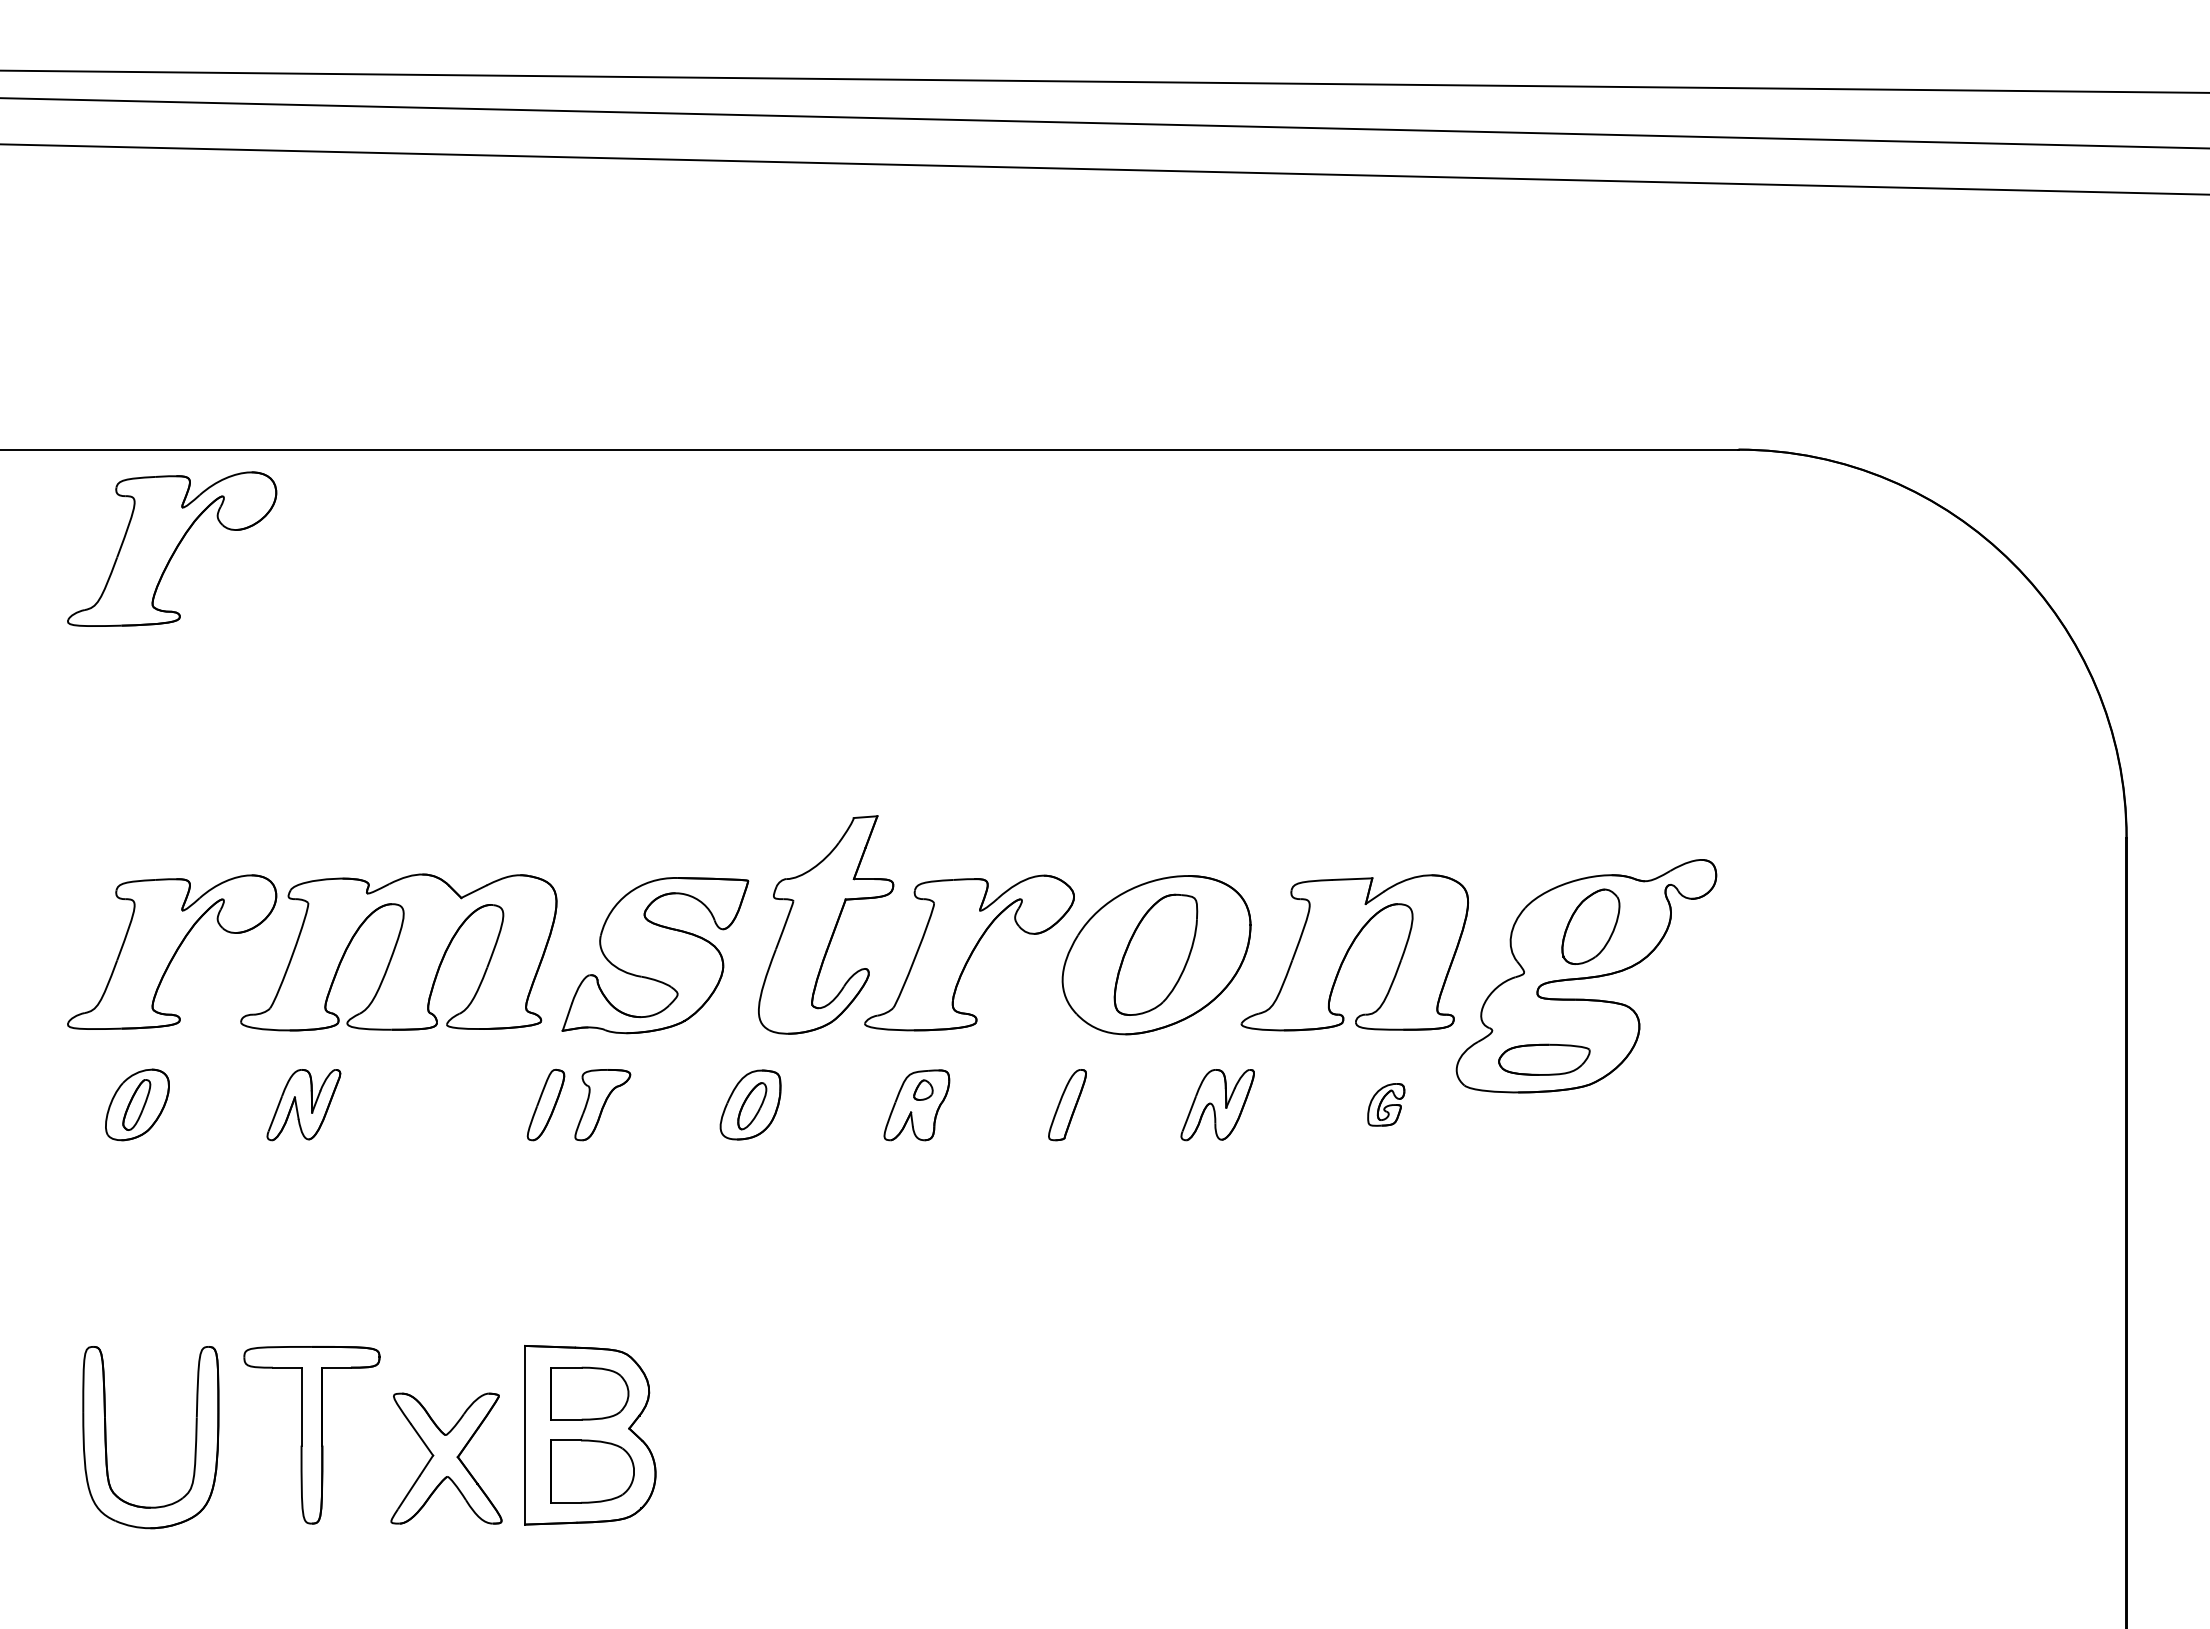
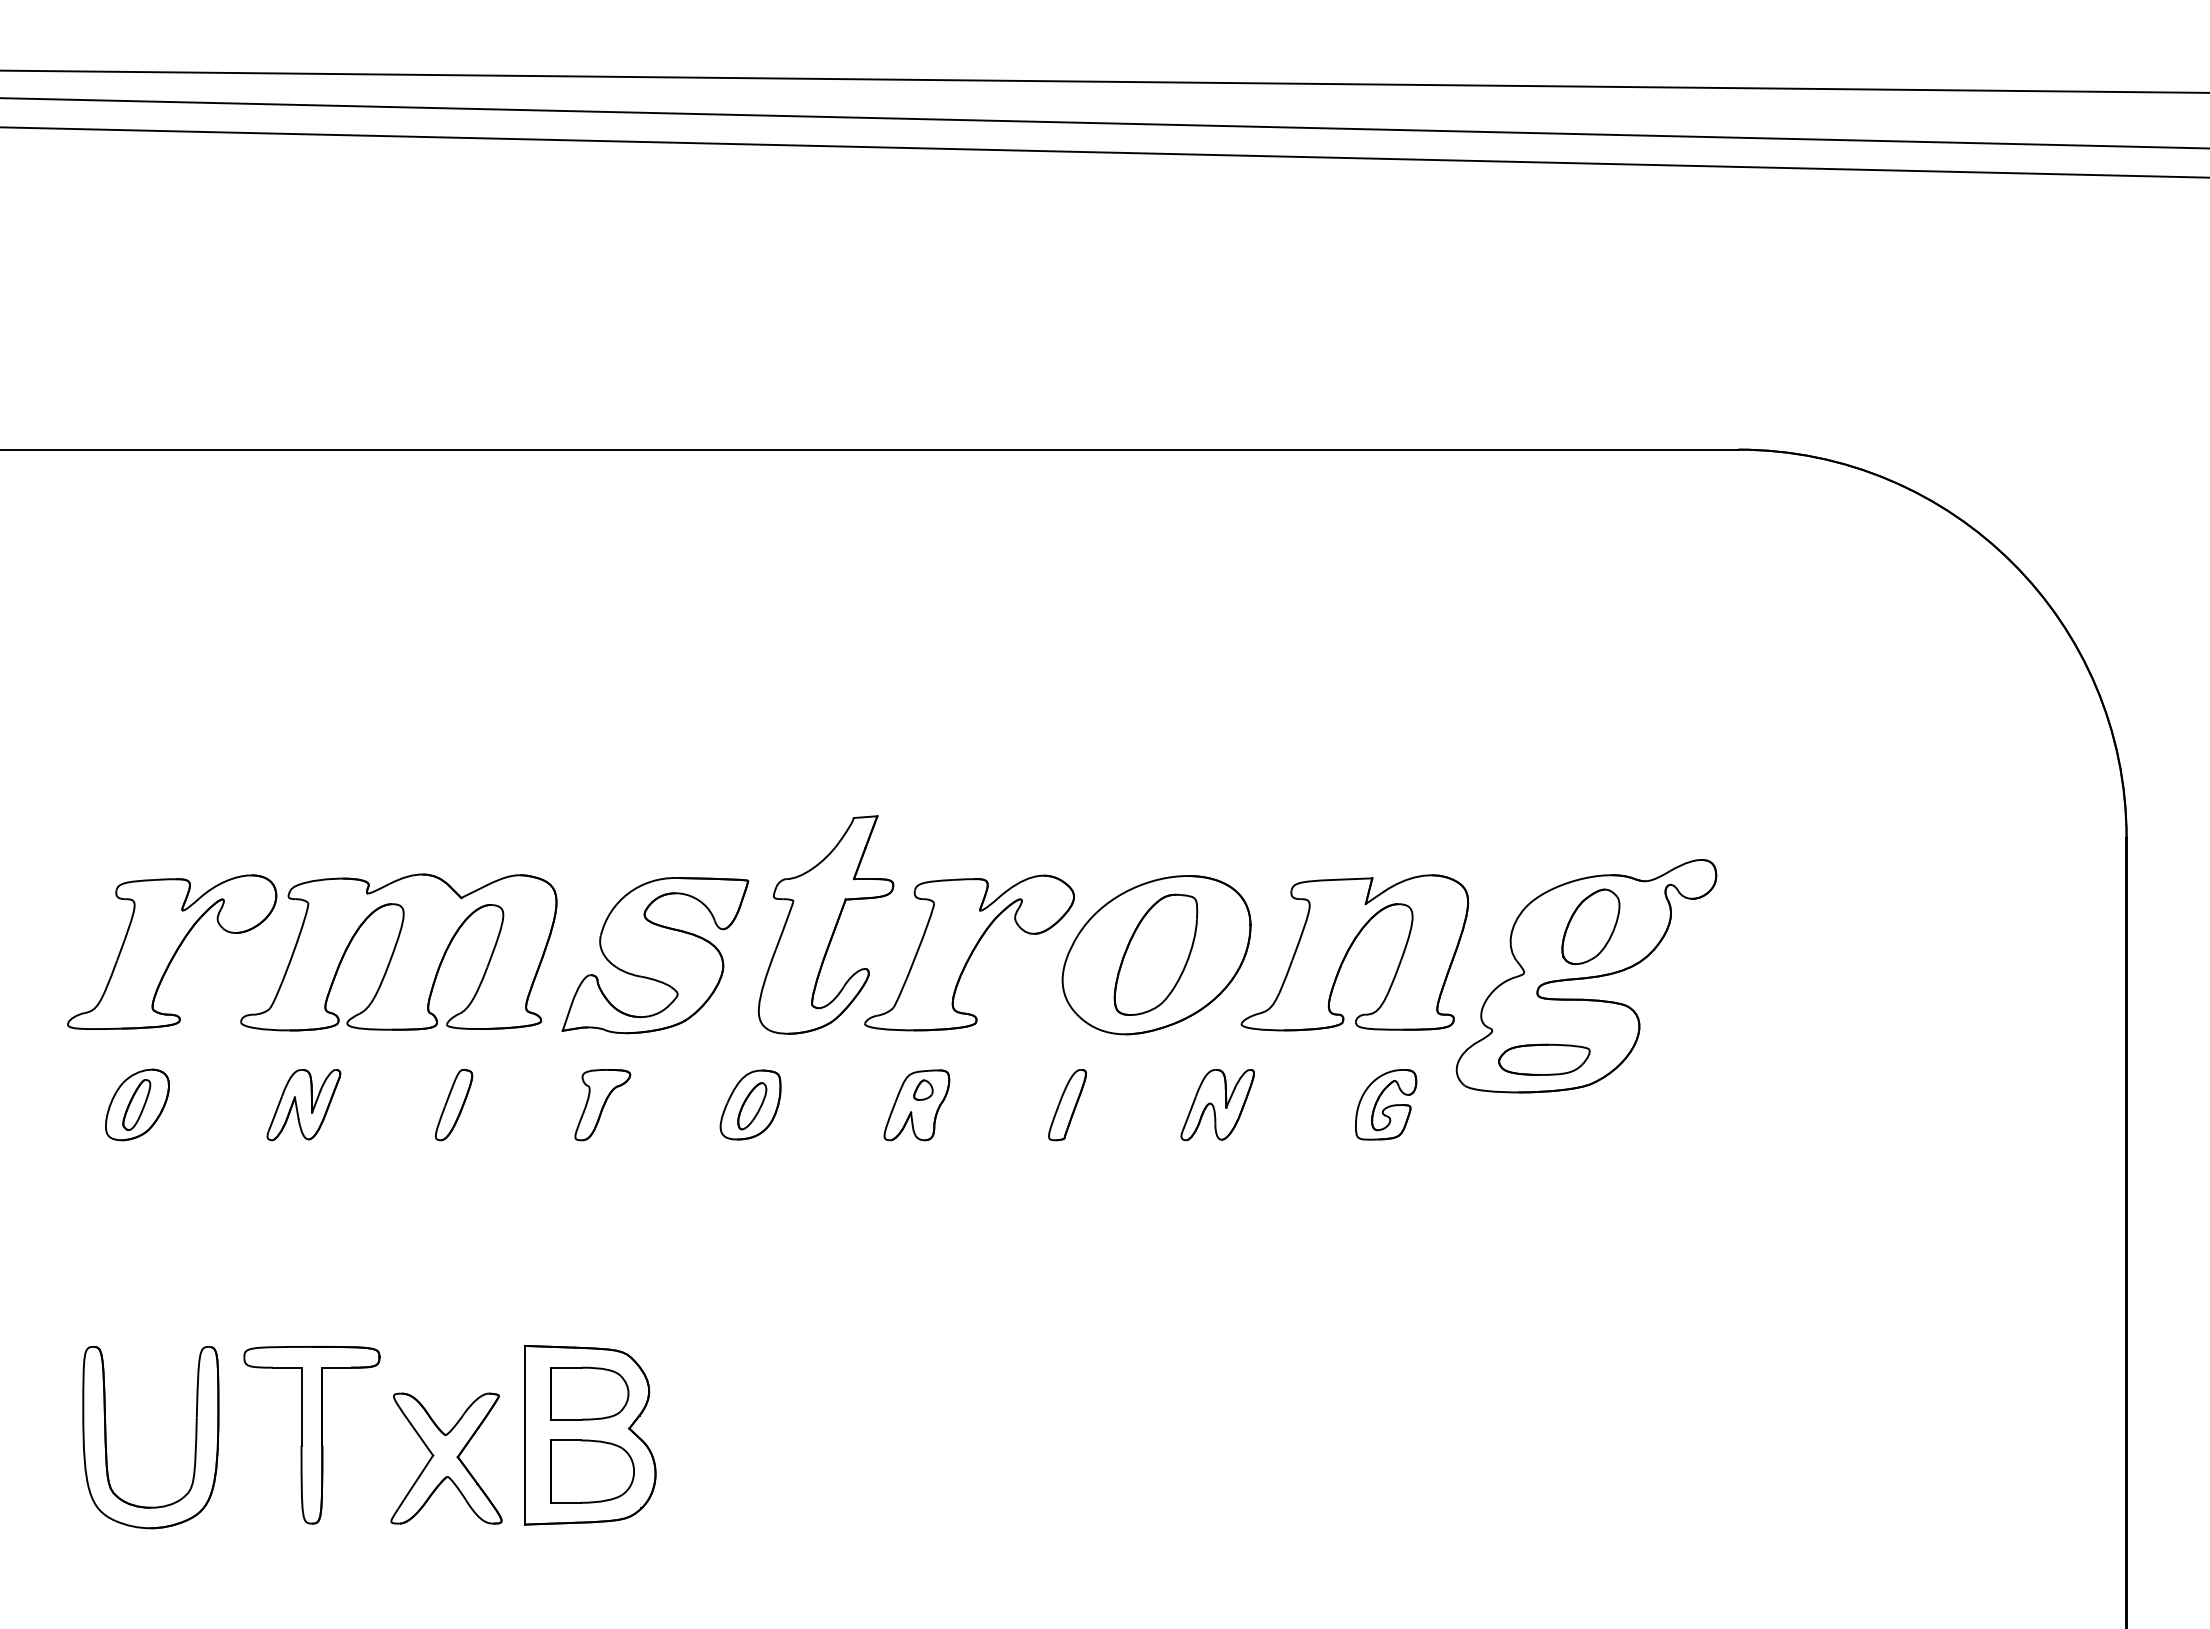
line at (1104, 169) position: (1104, 169) -> (1104, 152)
part at (172, 548): present -> none
part at (545, 1104) position: (545, 1104) -> (453, 1104)
part at (1386, 1104) size: 39x44 px -> 63x72 px
